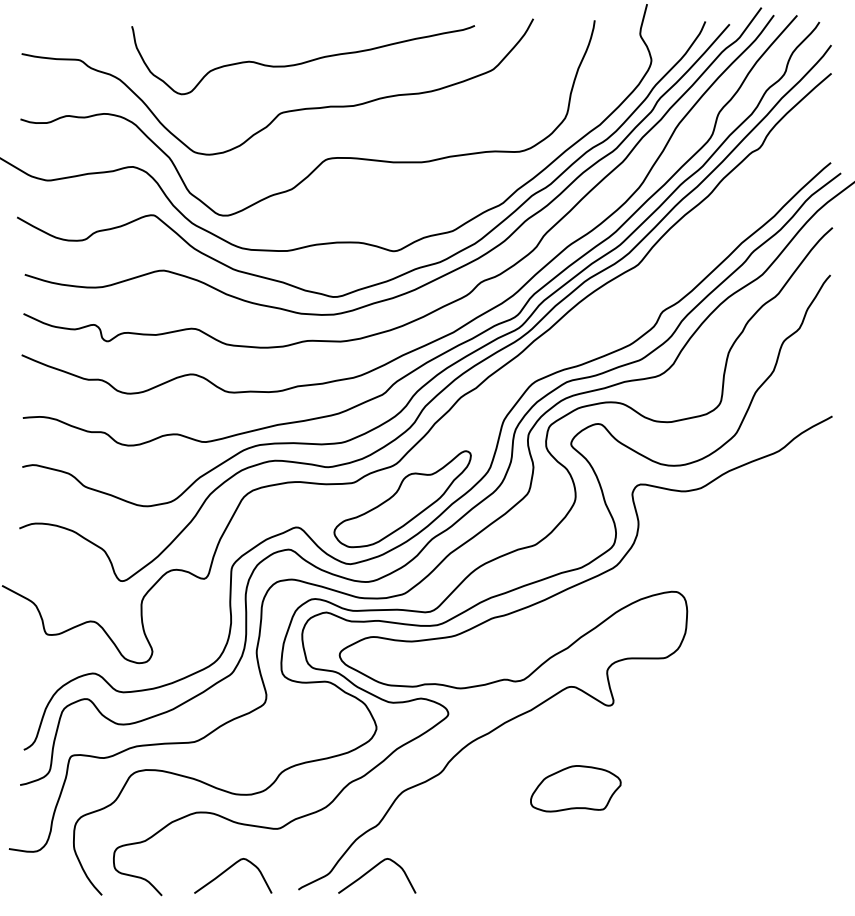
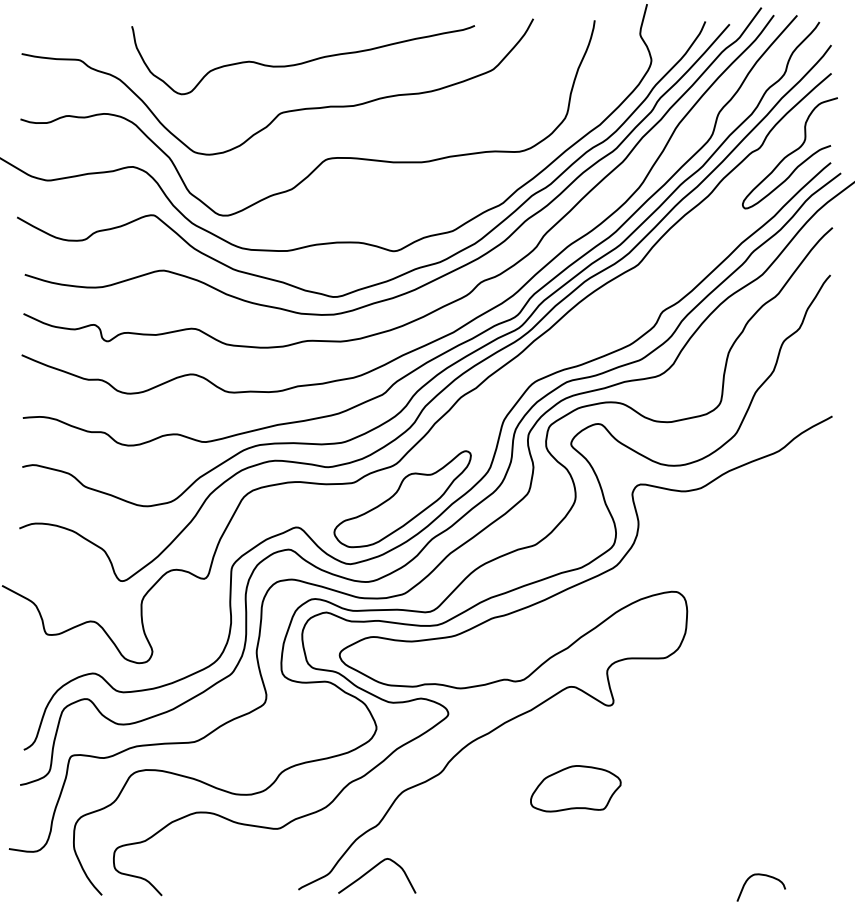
curve at (789, 153): none -> present
curve at (230, 868): present -> none
curve at (760, 875): none -> present
